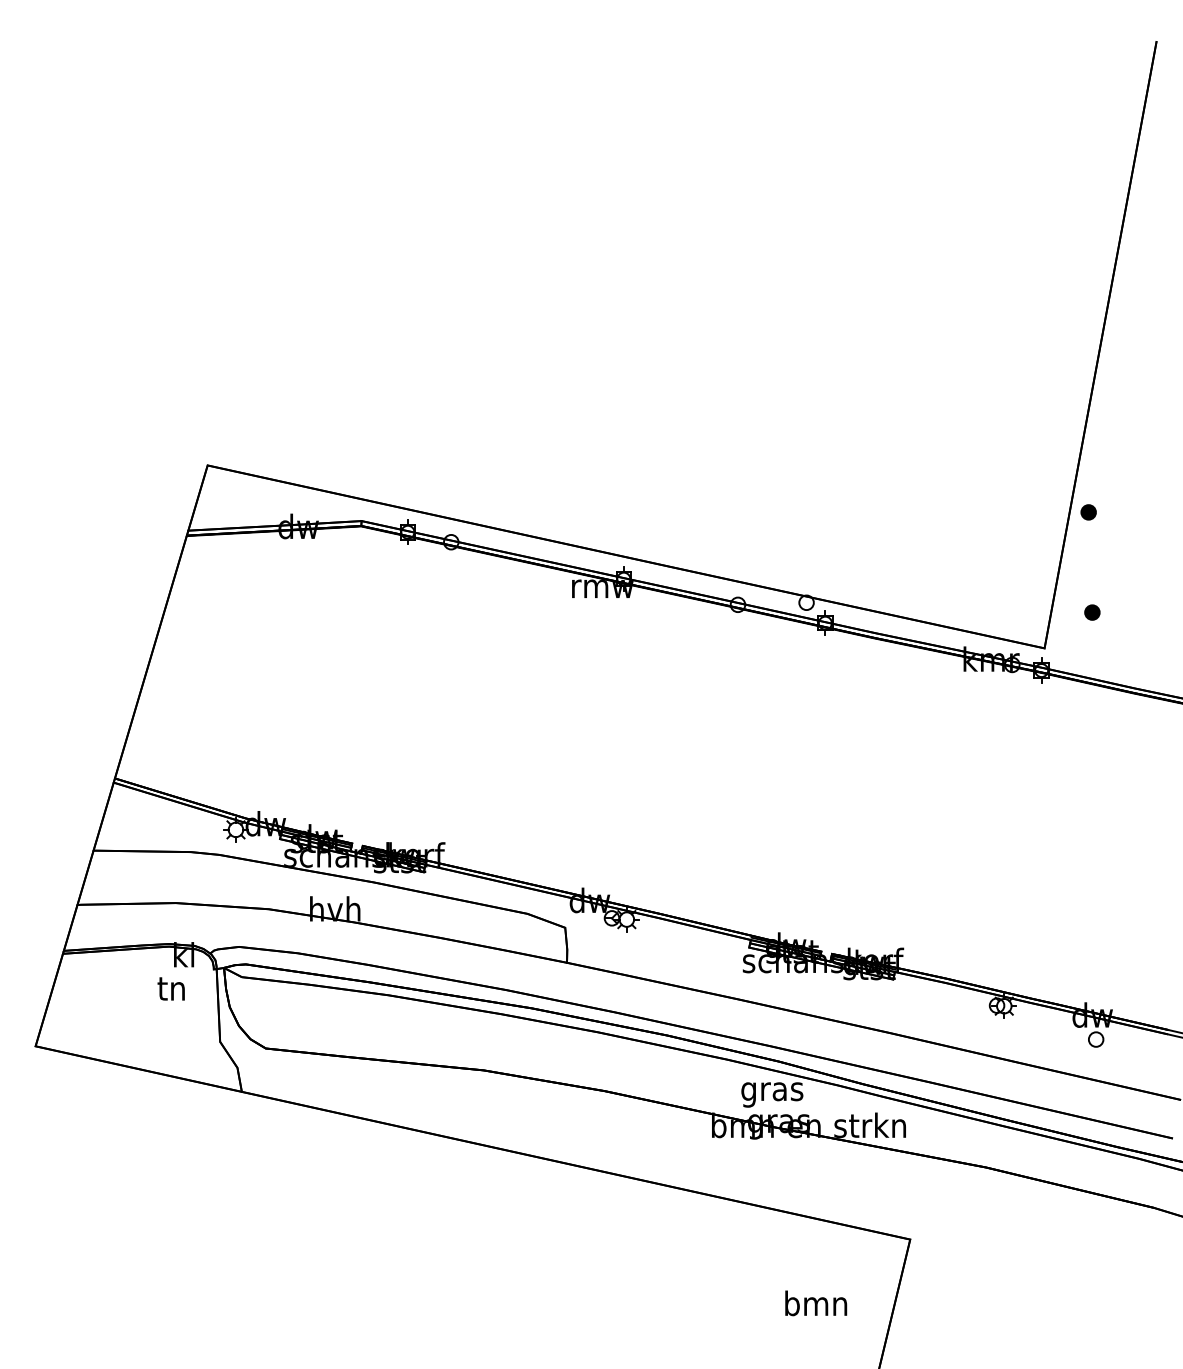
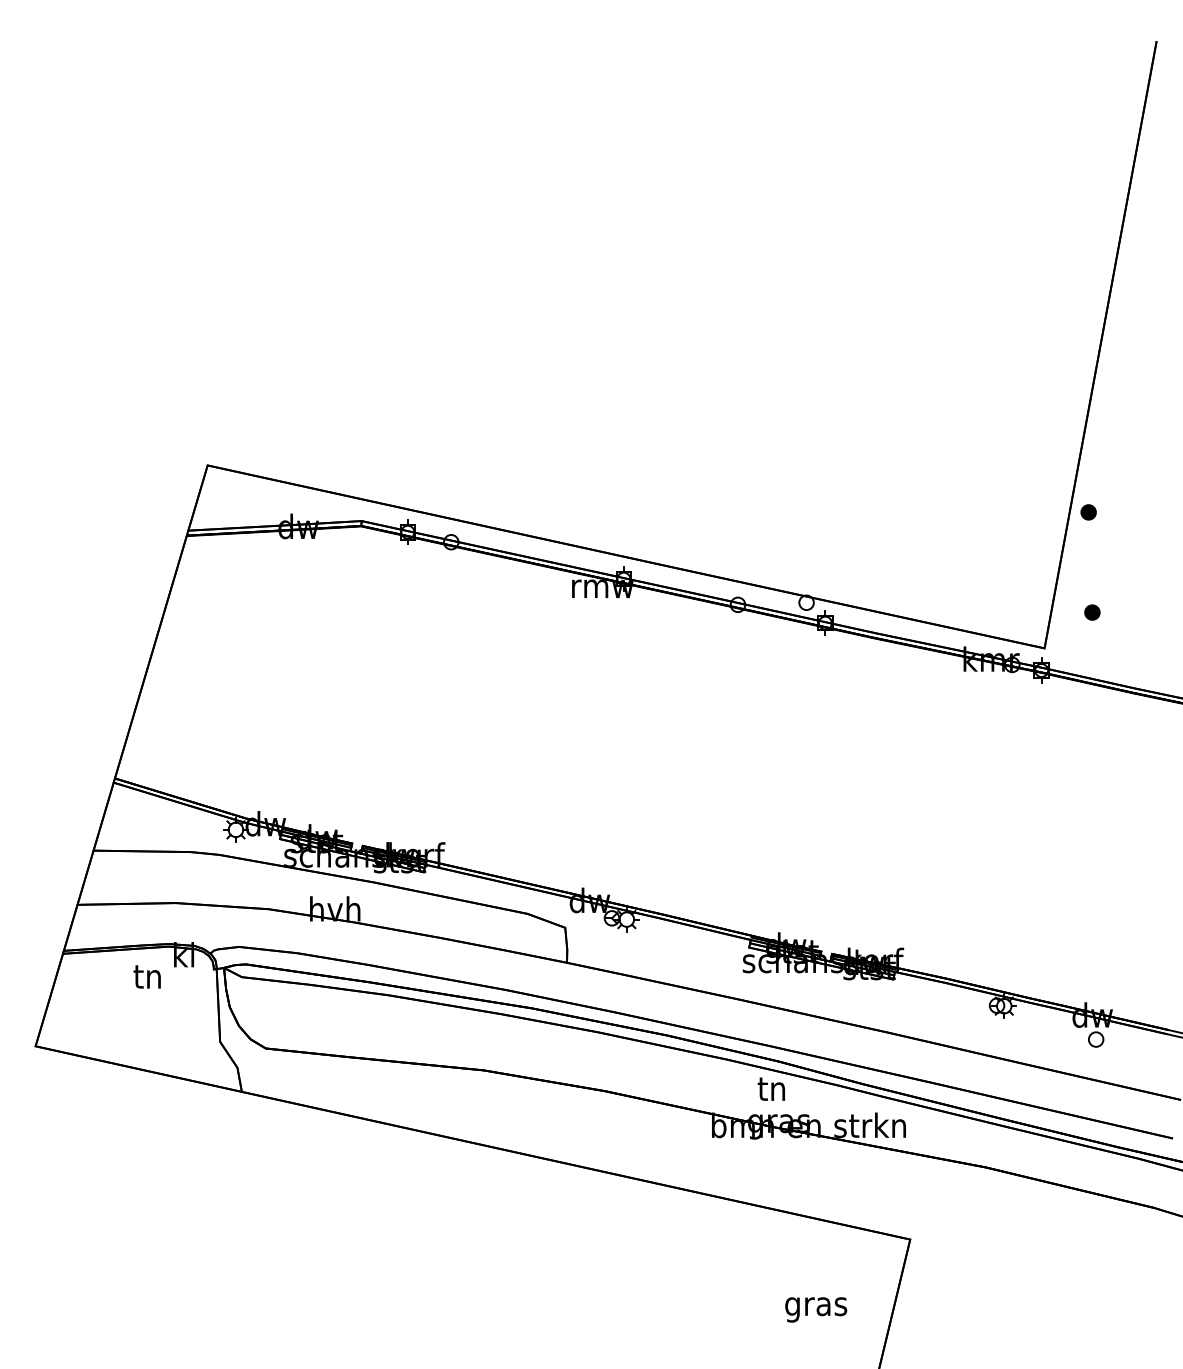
text at (170, 988) position: (170, 988) -> (146, 976)
text at (772, 1092): gras -> tn
text at (816, 1306): bmn -> gras
